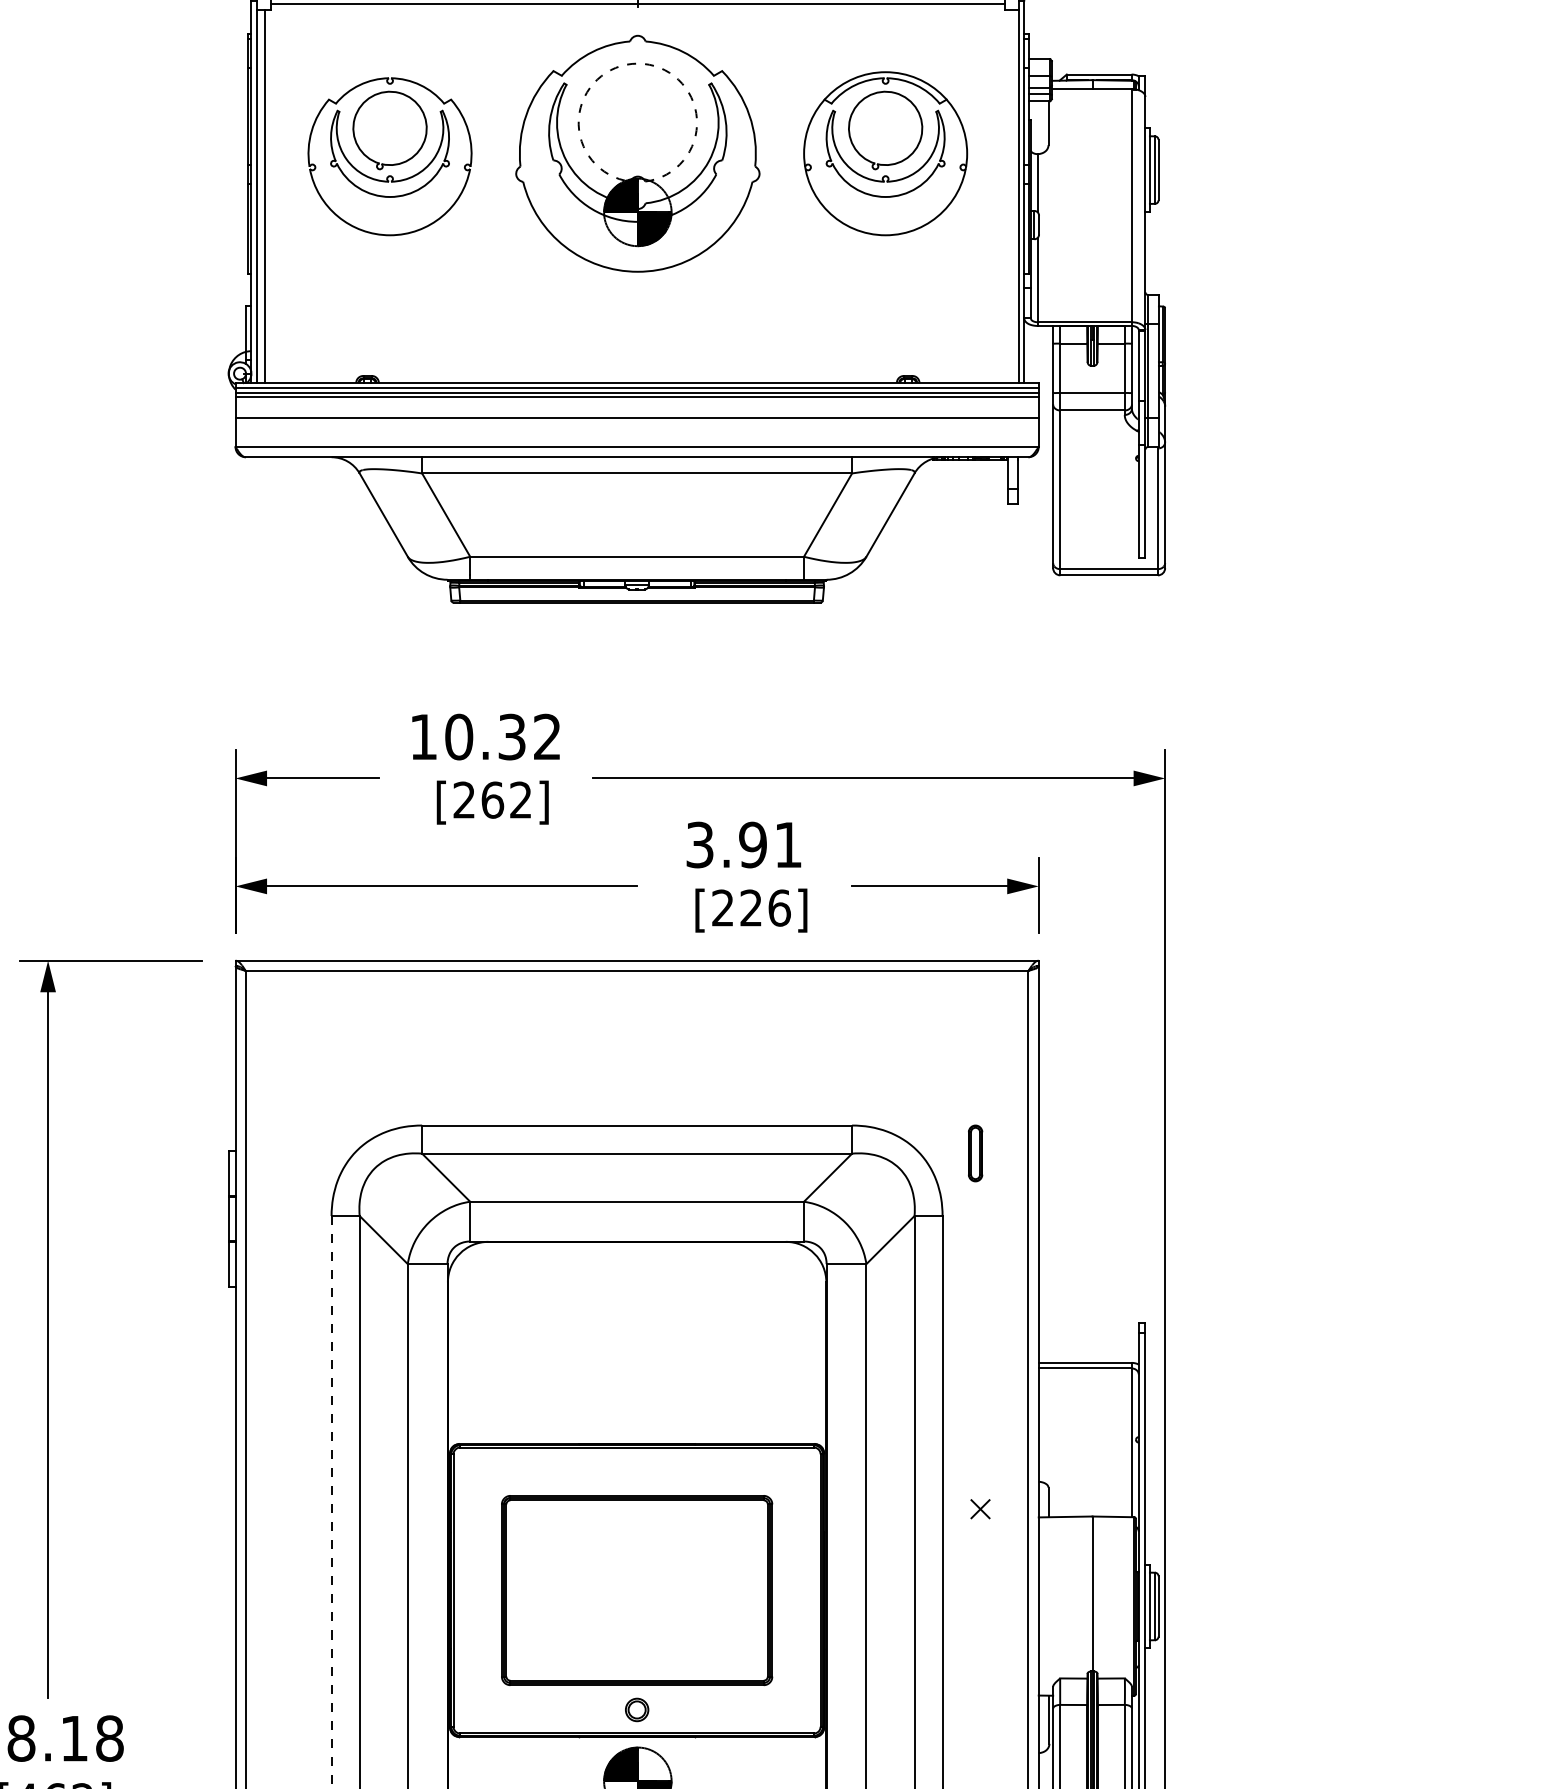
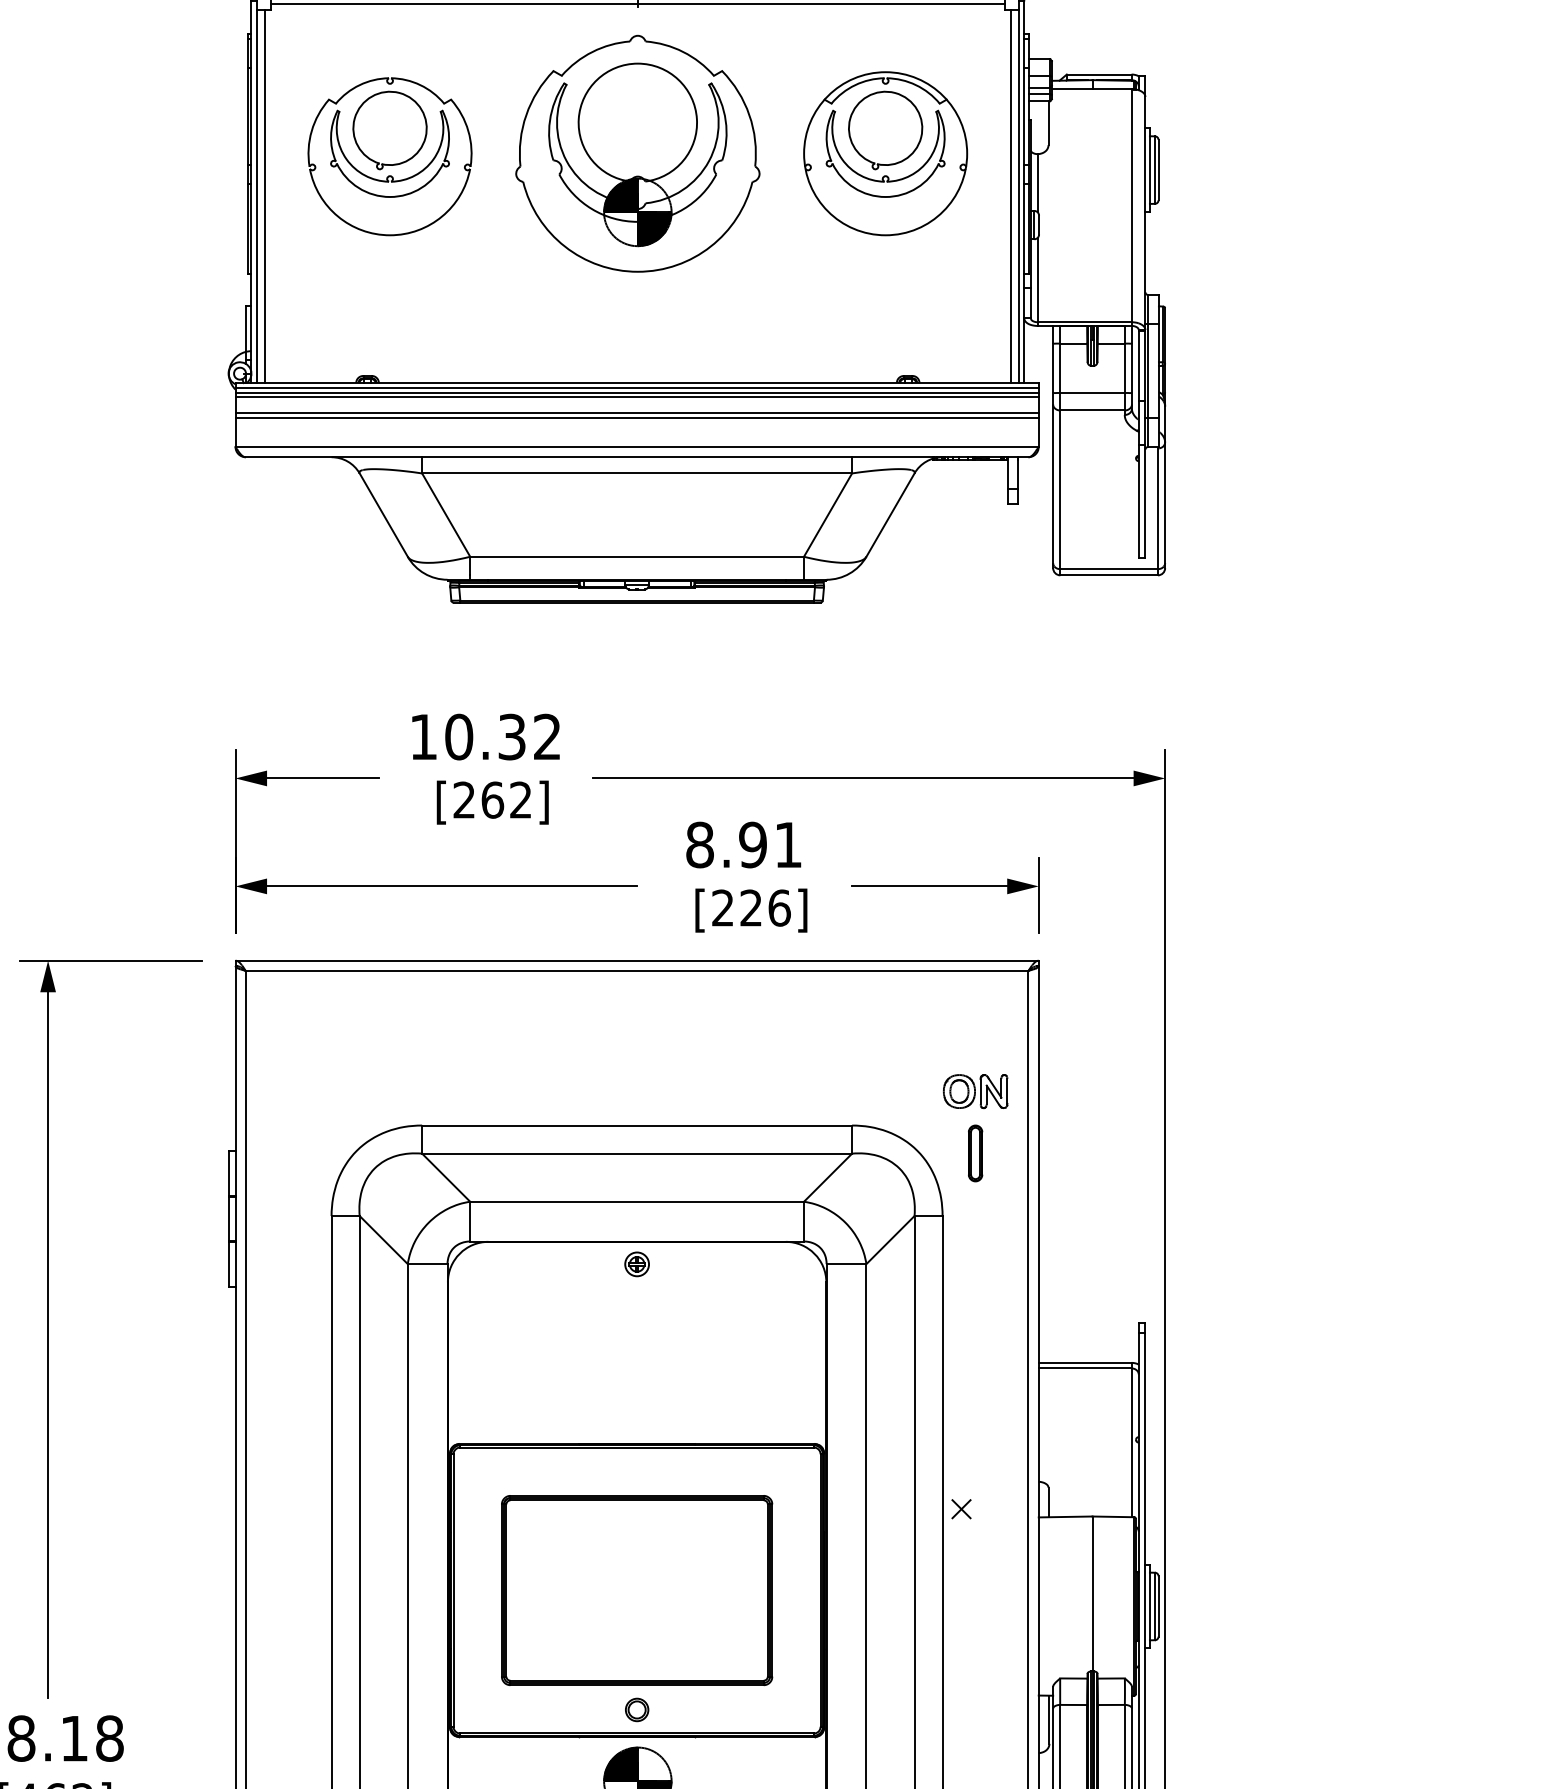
arc at (637, 63): dashed -> solid
line at (1011, 196): none -> present
line at (636, 412): none -> present
text at (699, 844): 3.91 -> 8.91
part at (975, 1091): none -> present
part at (636, 1264): none -> present
line at (331, 1502): dashed -> solid
part at (980, 1509) position: (980, 1509) -> (961, 1509)
